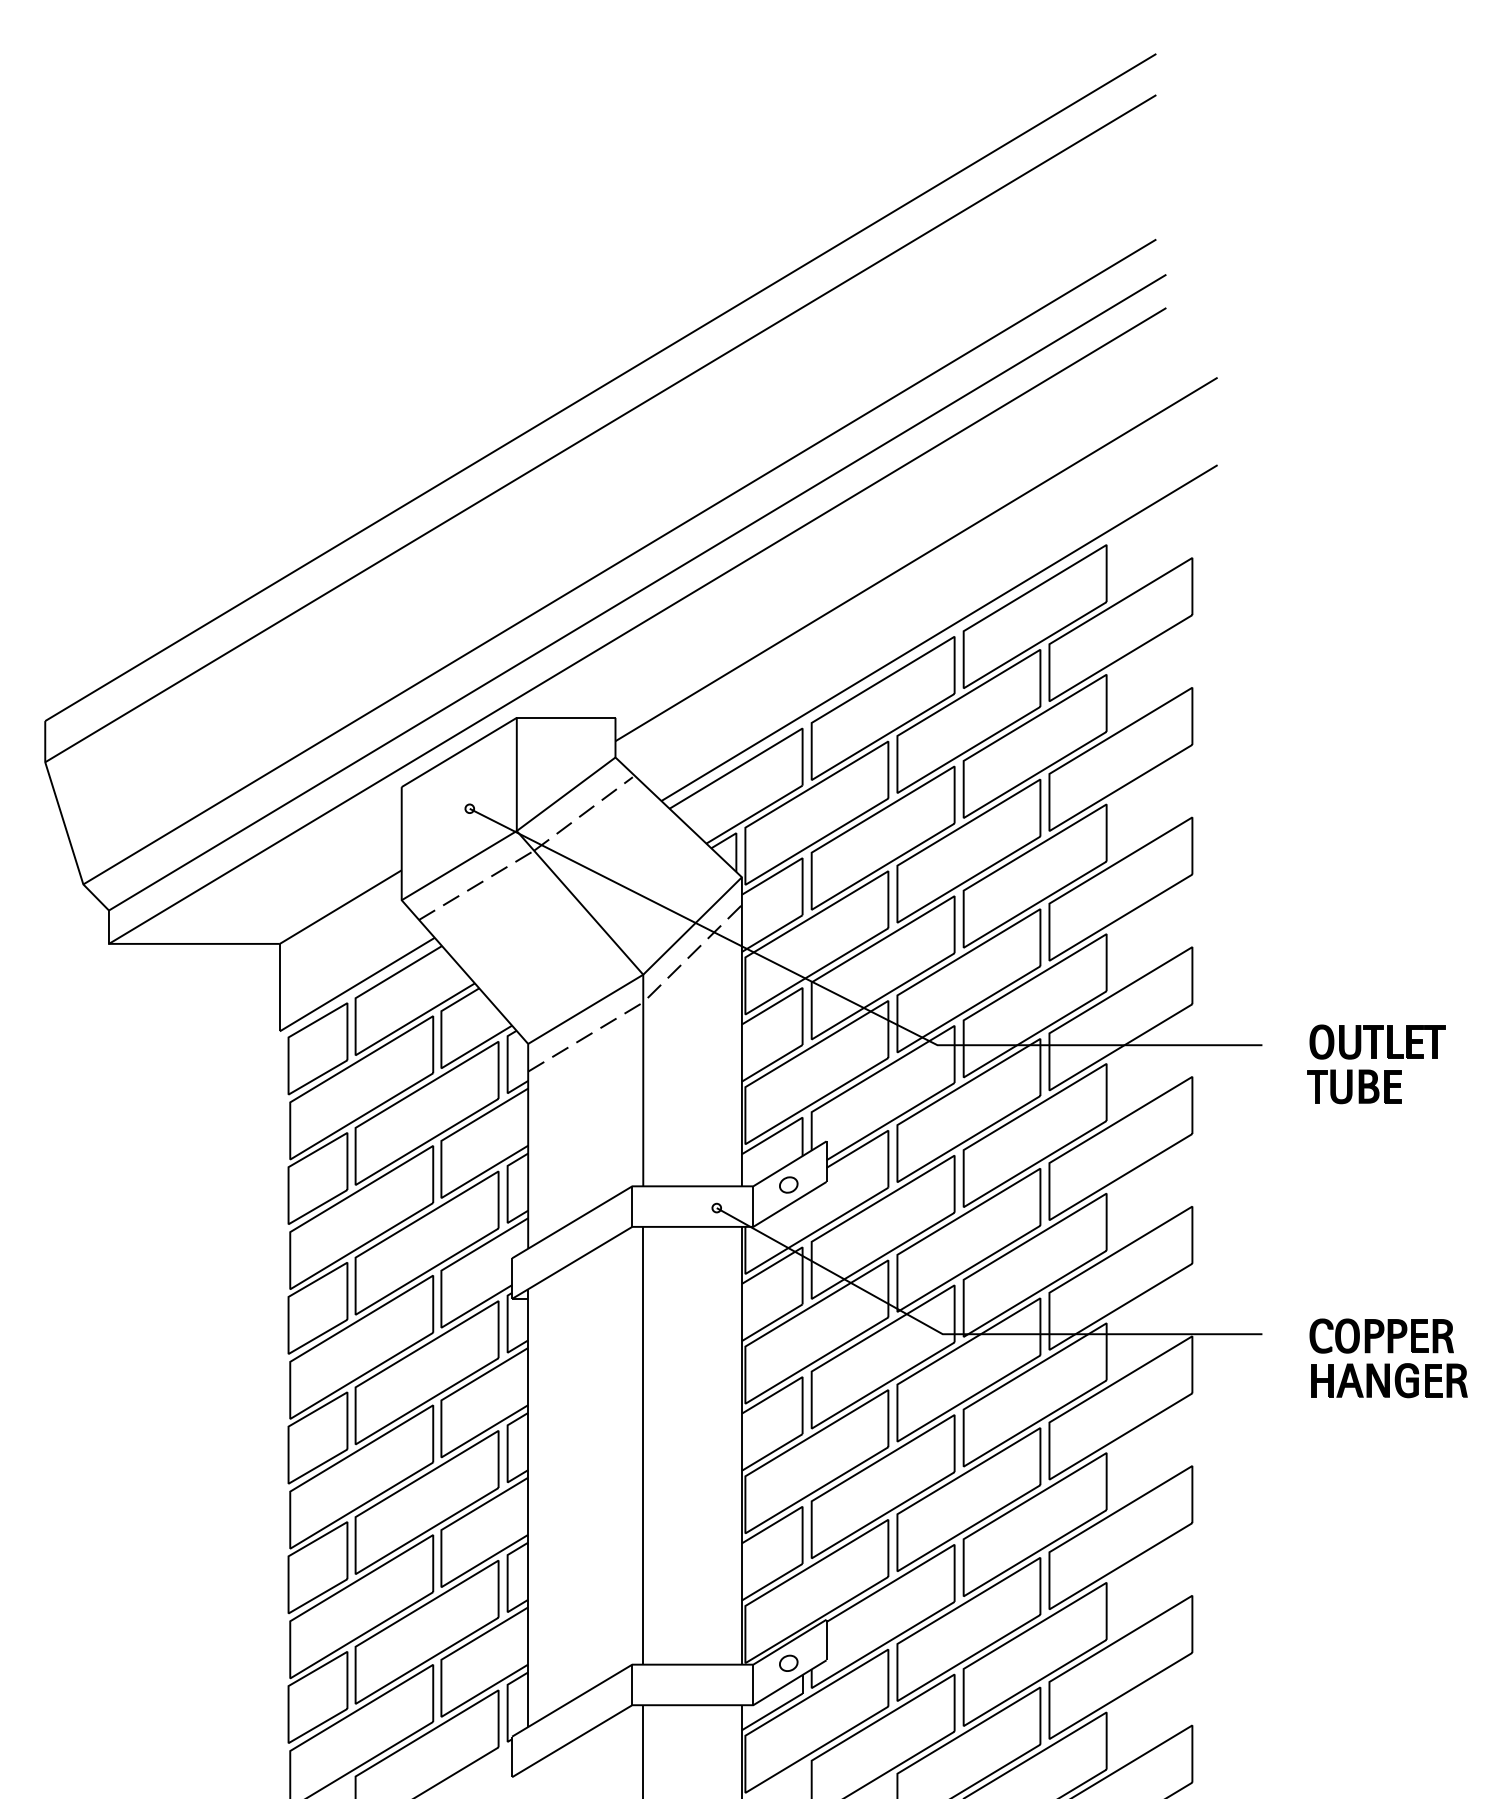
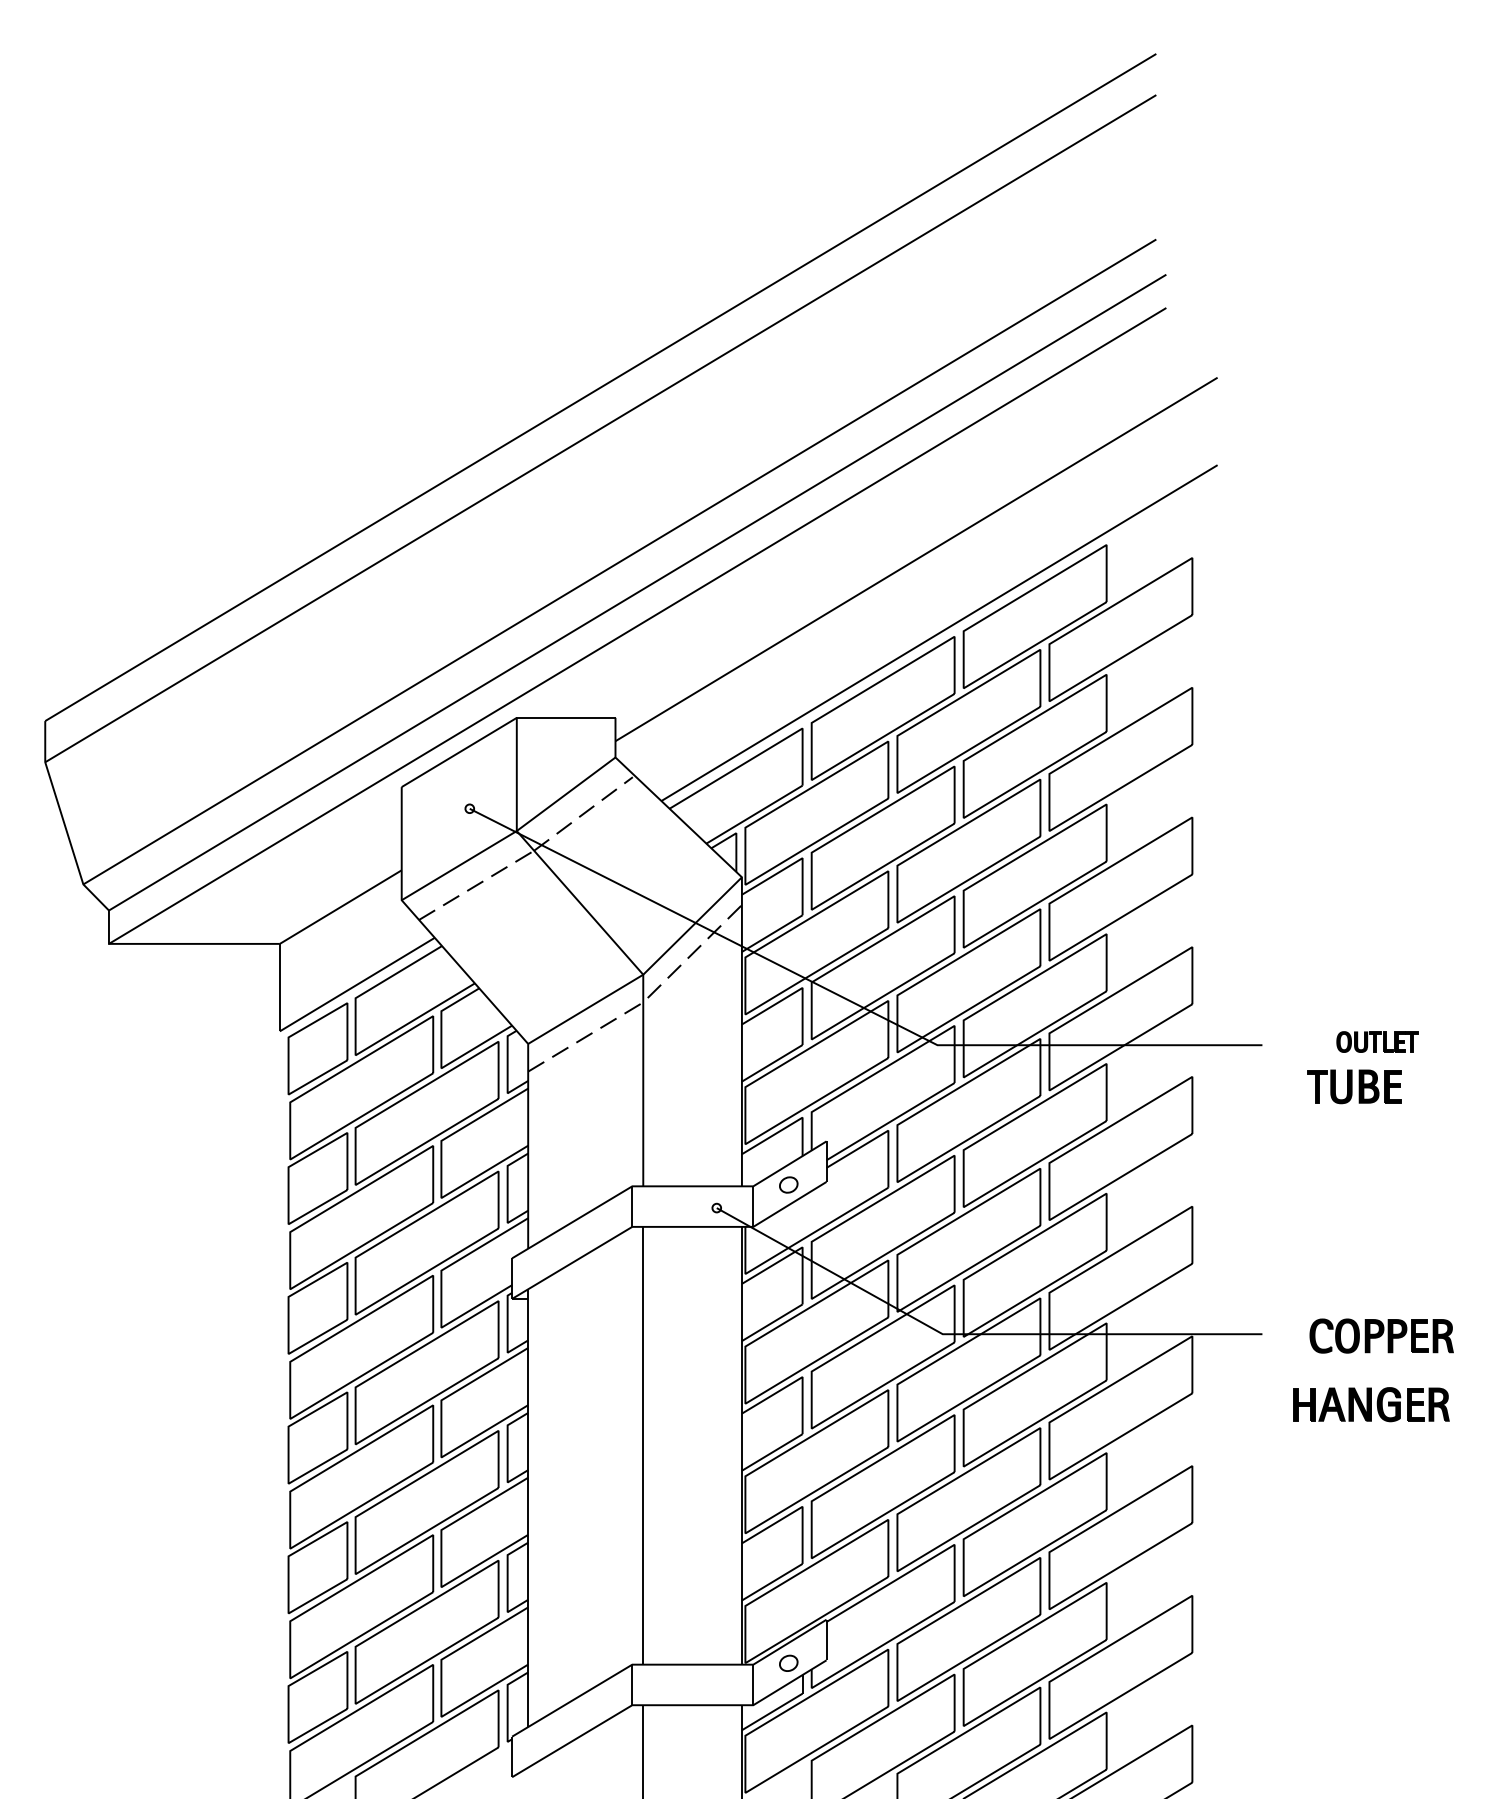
part at (1377, 1041) size: 137x36 px -> 83x22 px
part at (1389, 1380) position: (1389, 1380) -> (1371, 1404)
